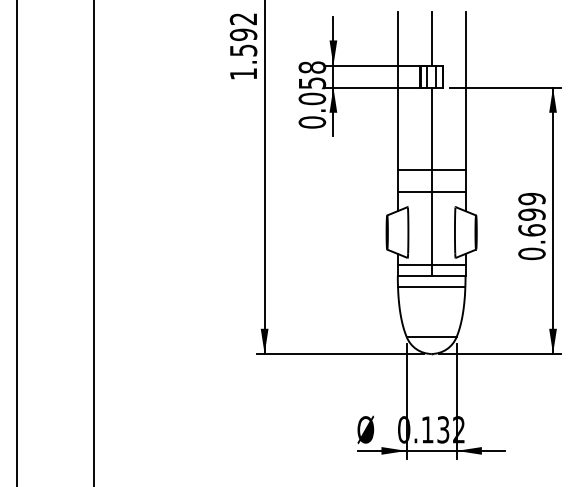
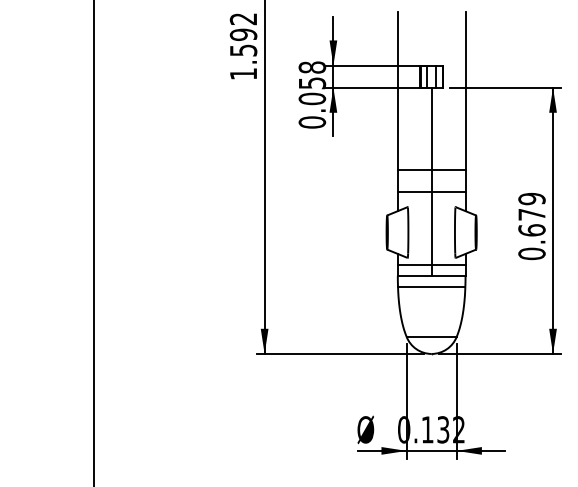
line at (431, 38): present -> none
text at (531, 214): 0.699 -> 0.679
line at (17, 242): present -> none
